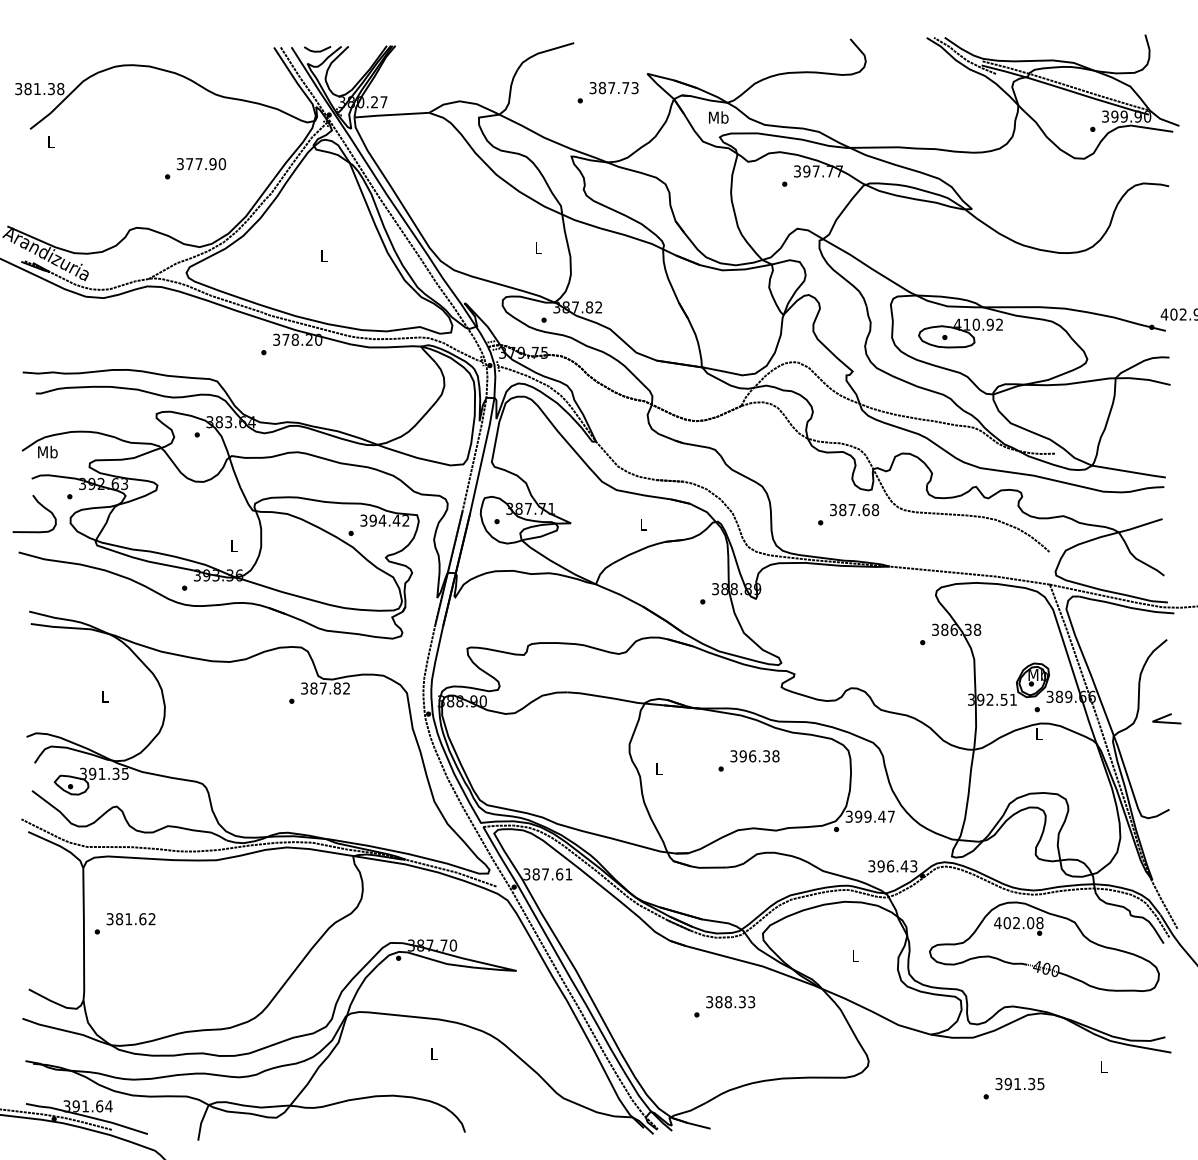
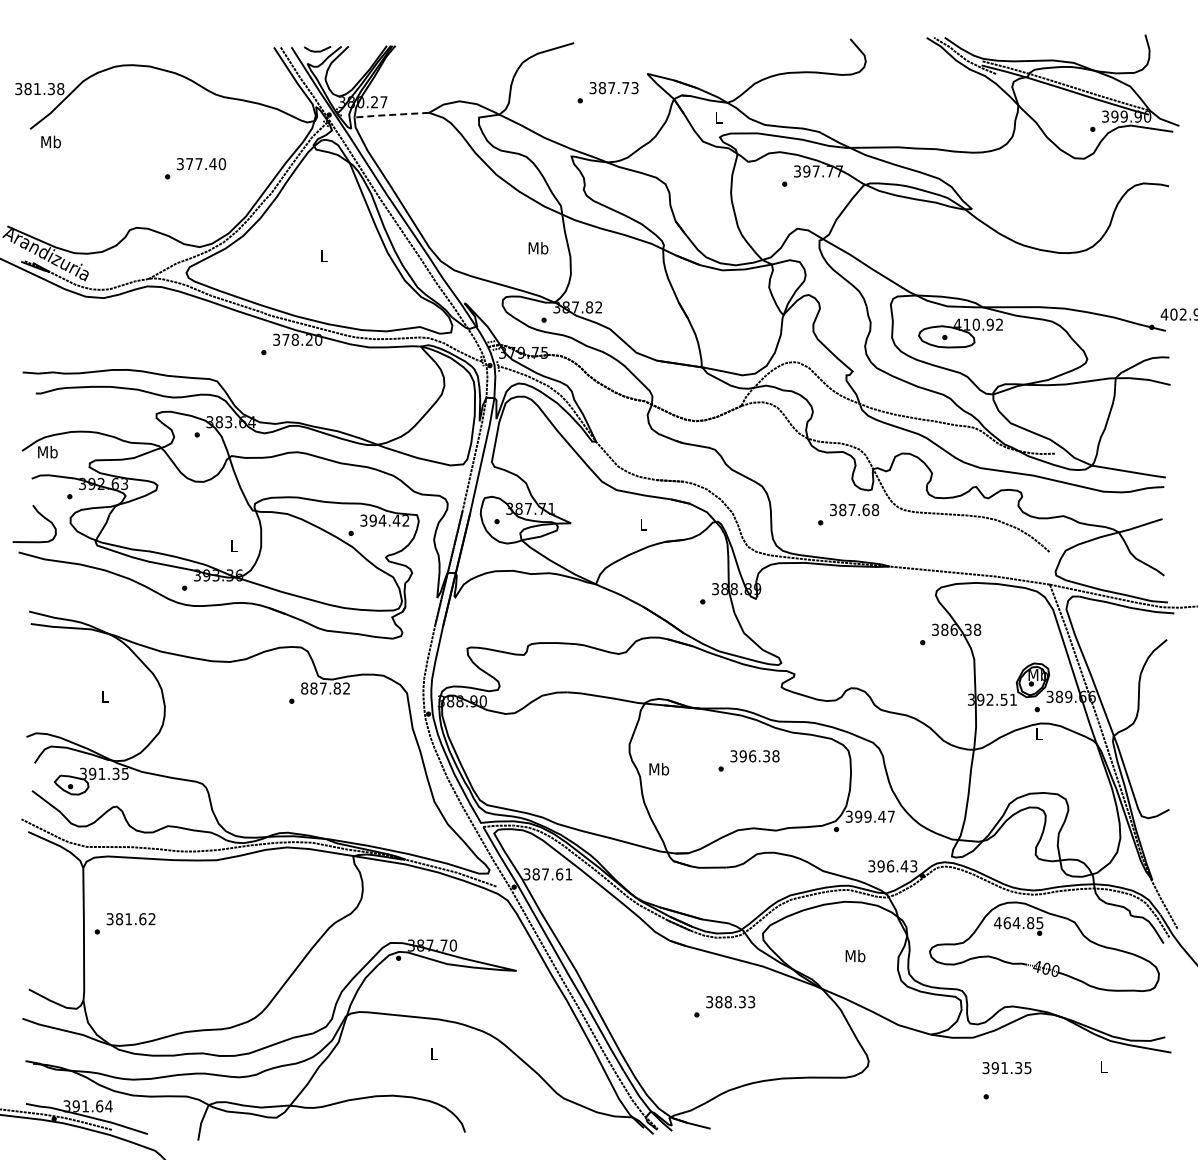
line at (390, 114): solid -> dashed
text at (718, 117): Mb -> L
text at (50, 141): L -> Mb
text at (212, 164): 377.90 -> 377.40
text at (538, 248): L -> Mb
curve at (41, 506) position: (41, 506) -> (41, 516)
text at (304, 688): 387.82 -> 887.82
line at (1166, 717): present -> none
text at (659, 769): L -> Mb
text at (1023, 923): 402.08 -> 464.85
text at (855, 955): L -> Mb
text at (1019, 1084) position: (1019, 1084) -> (1006, 1068)
